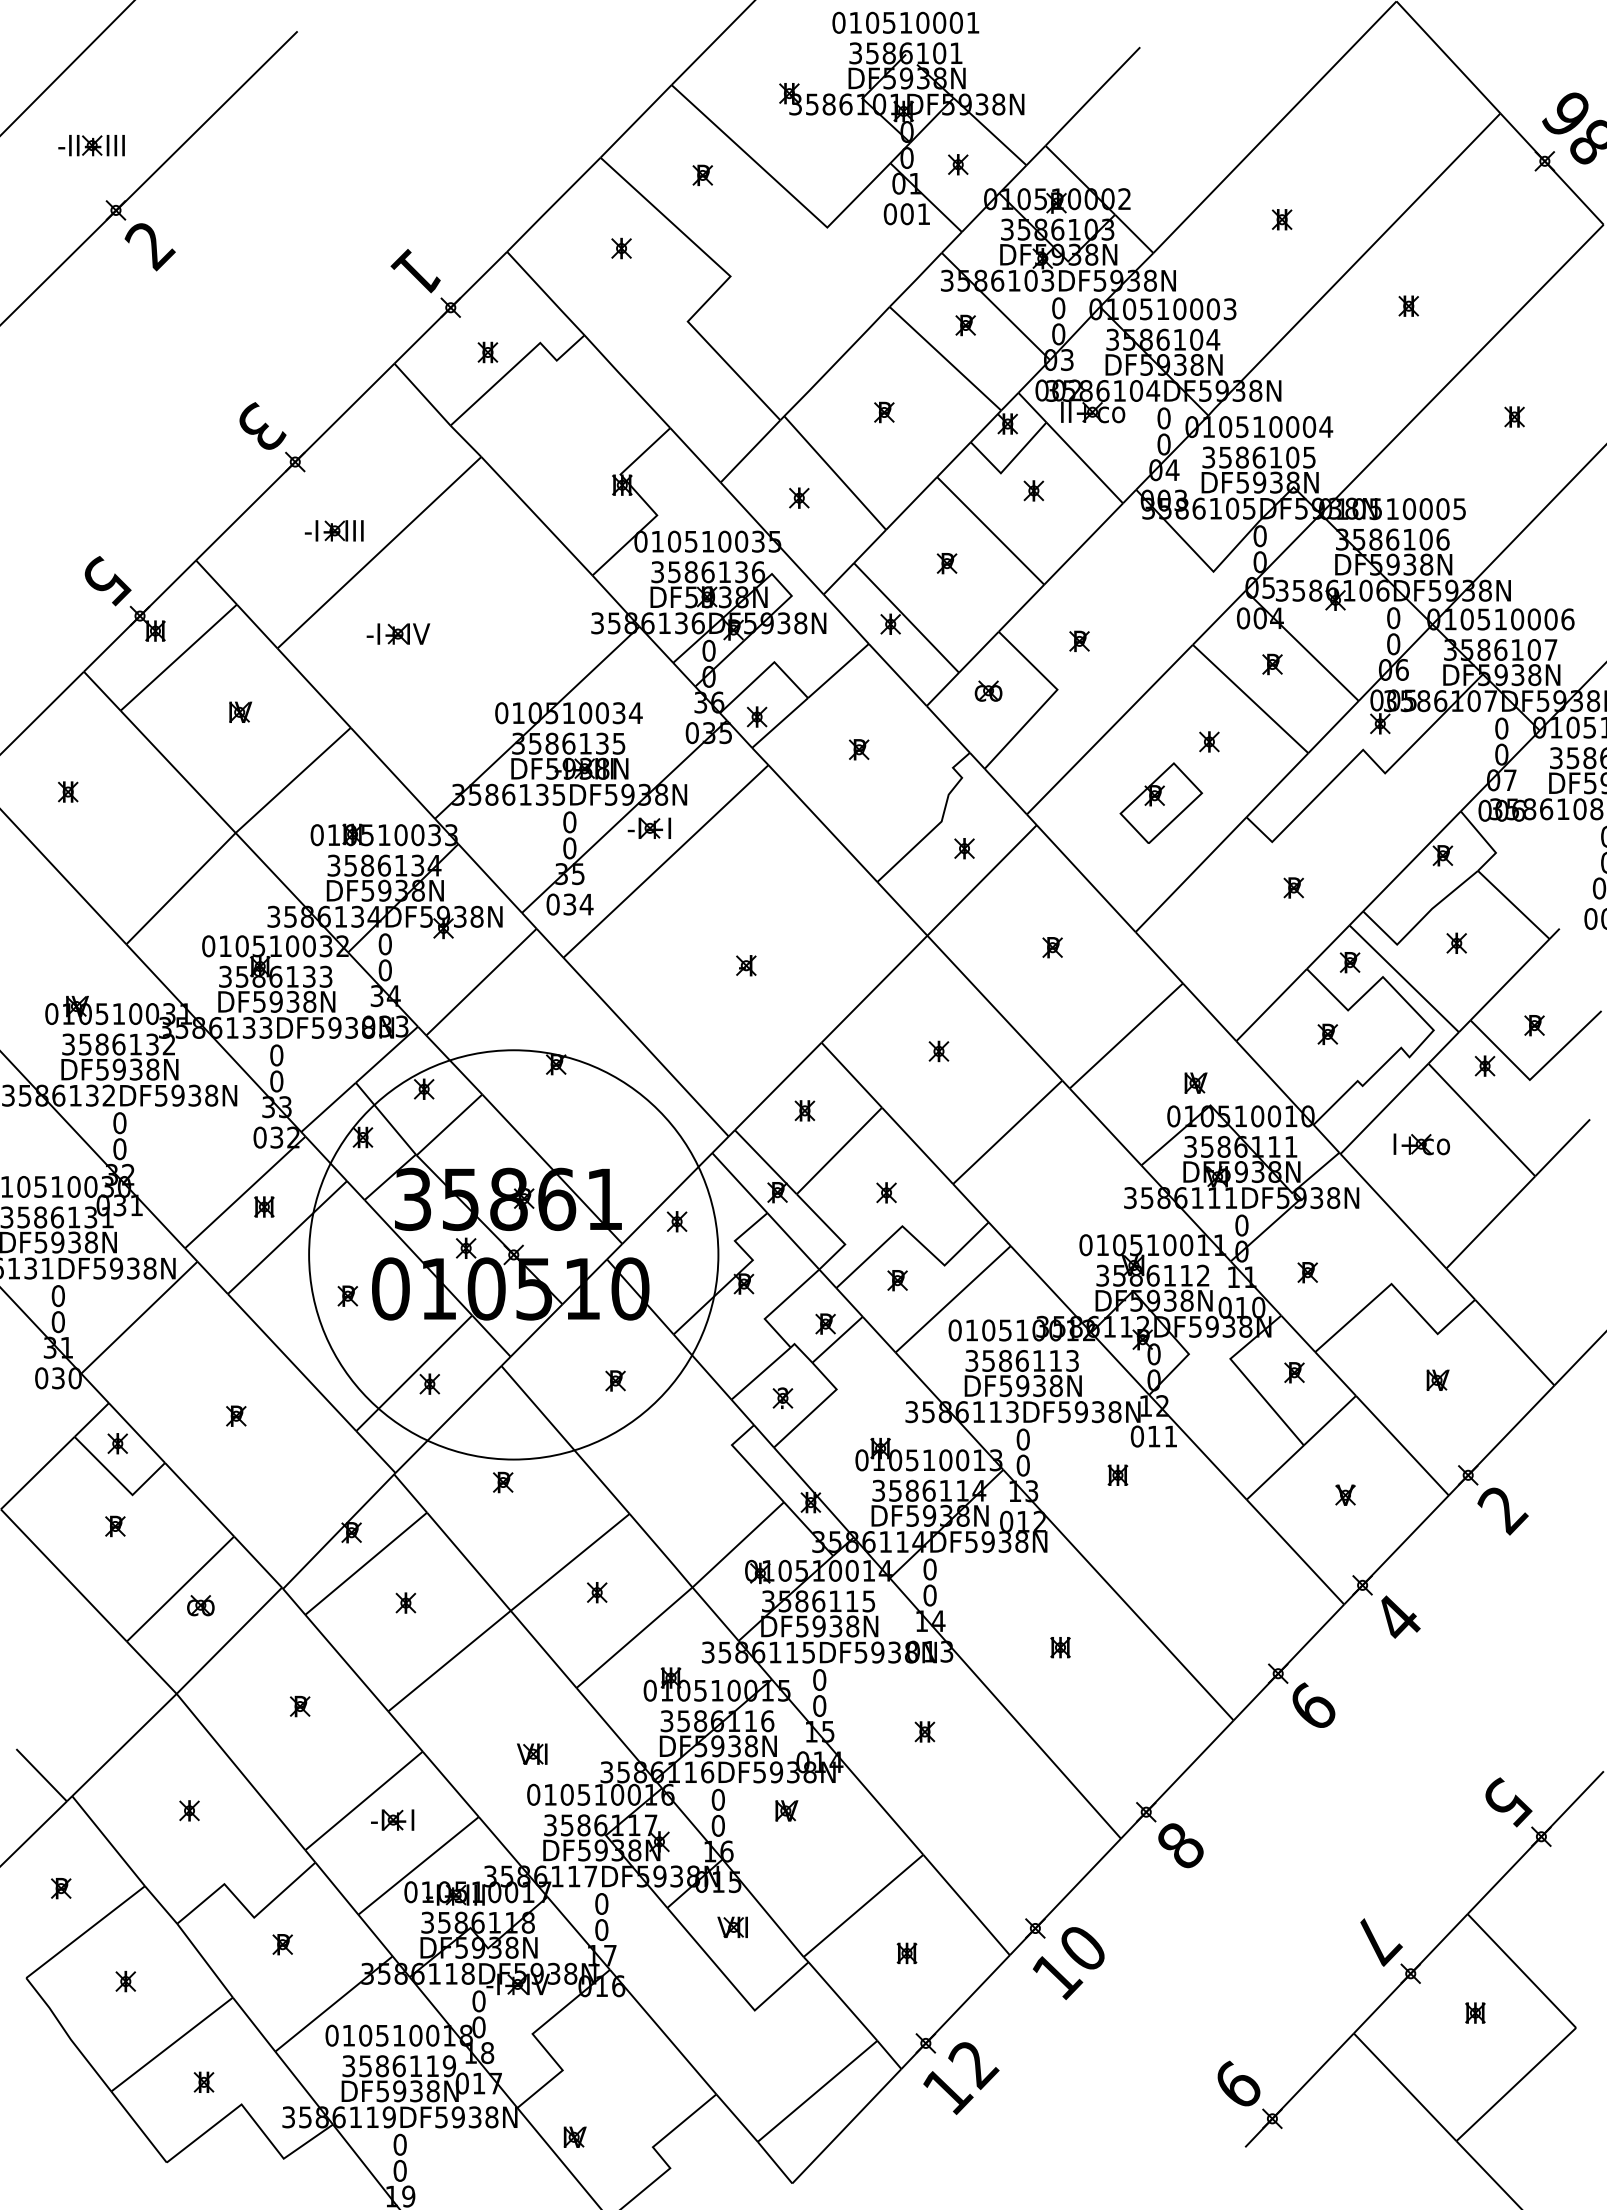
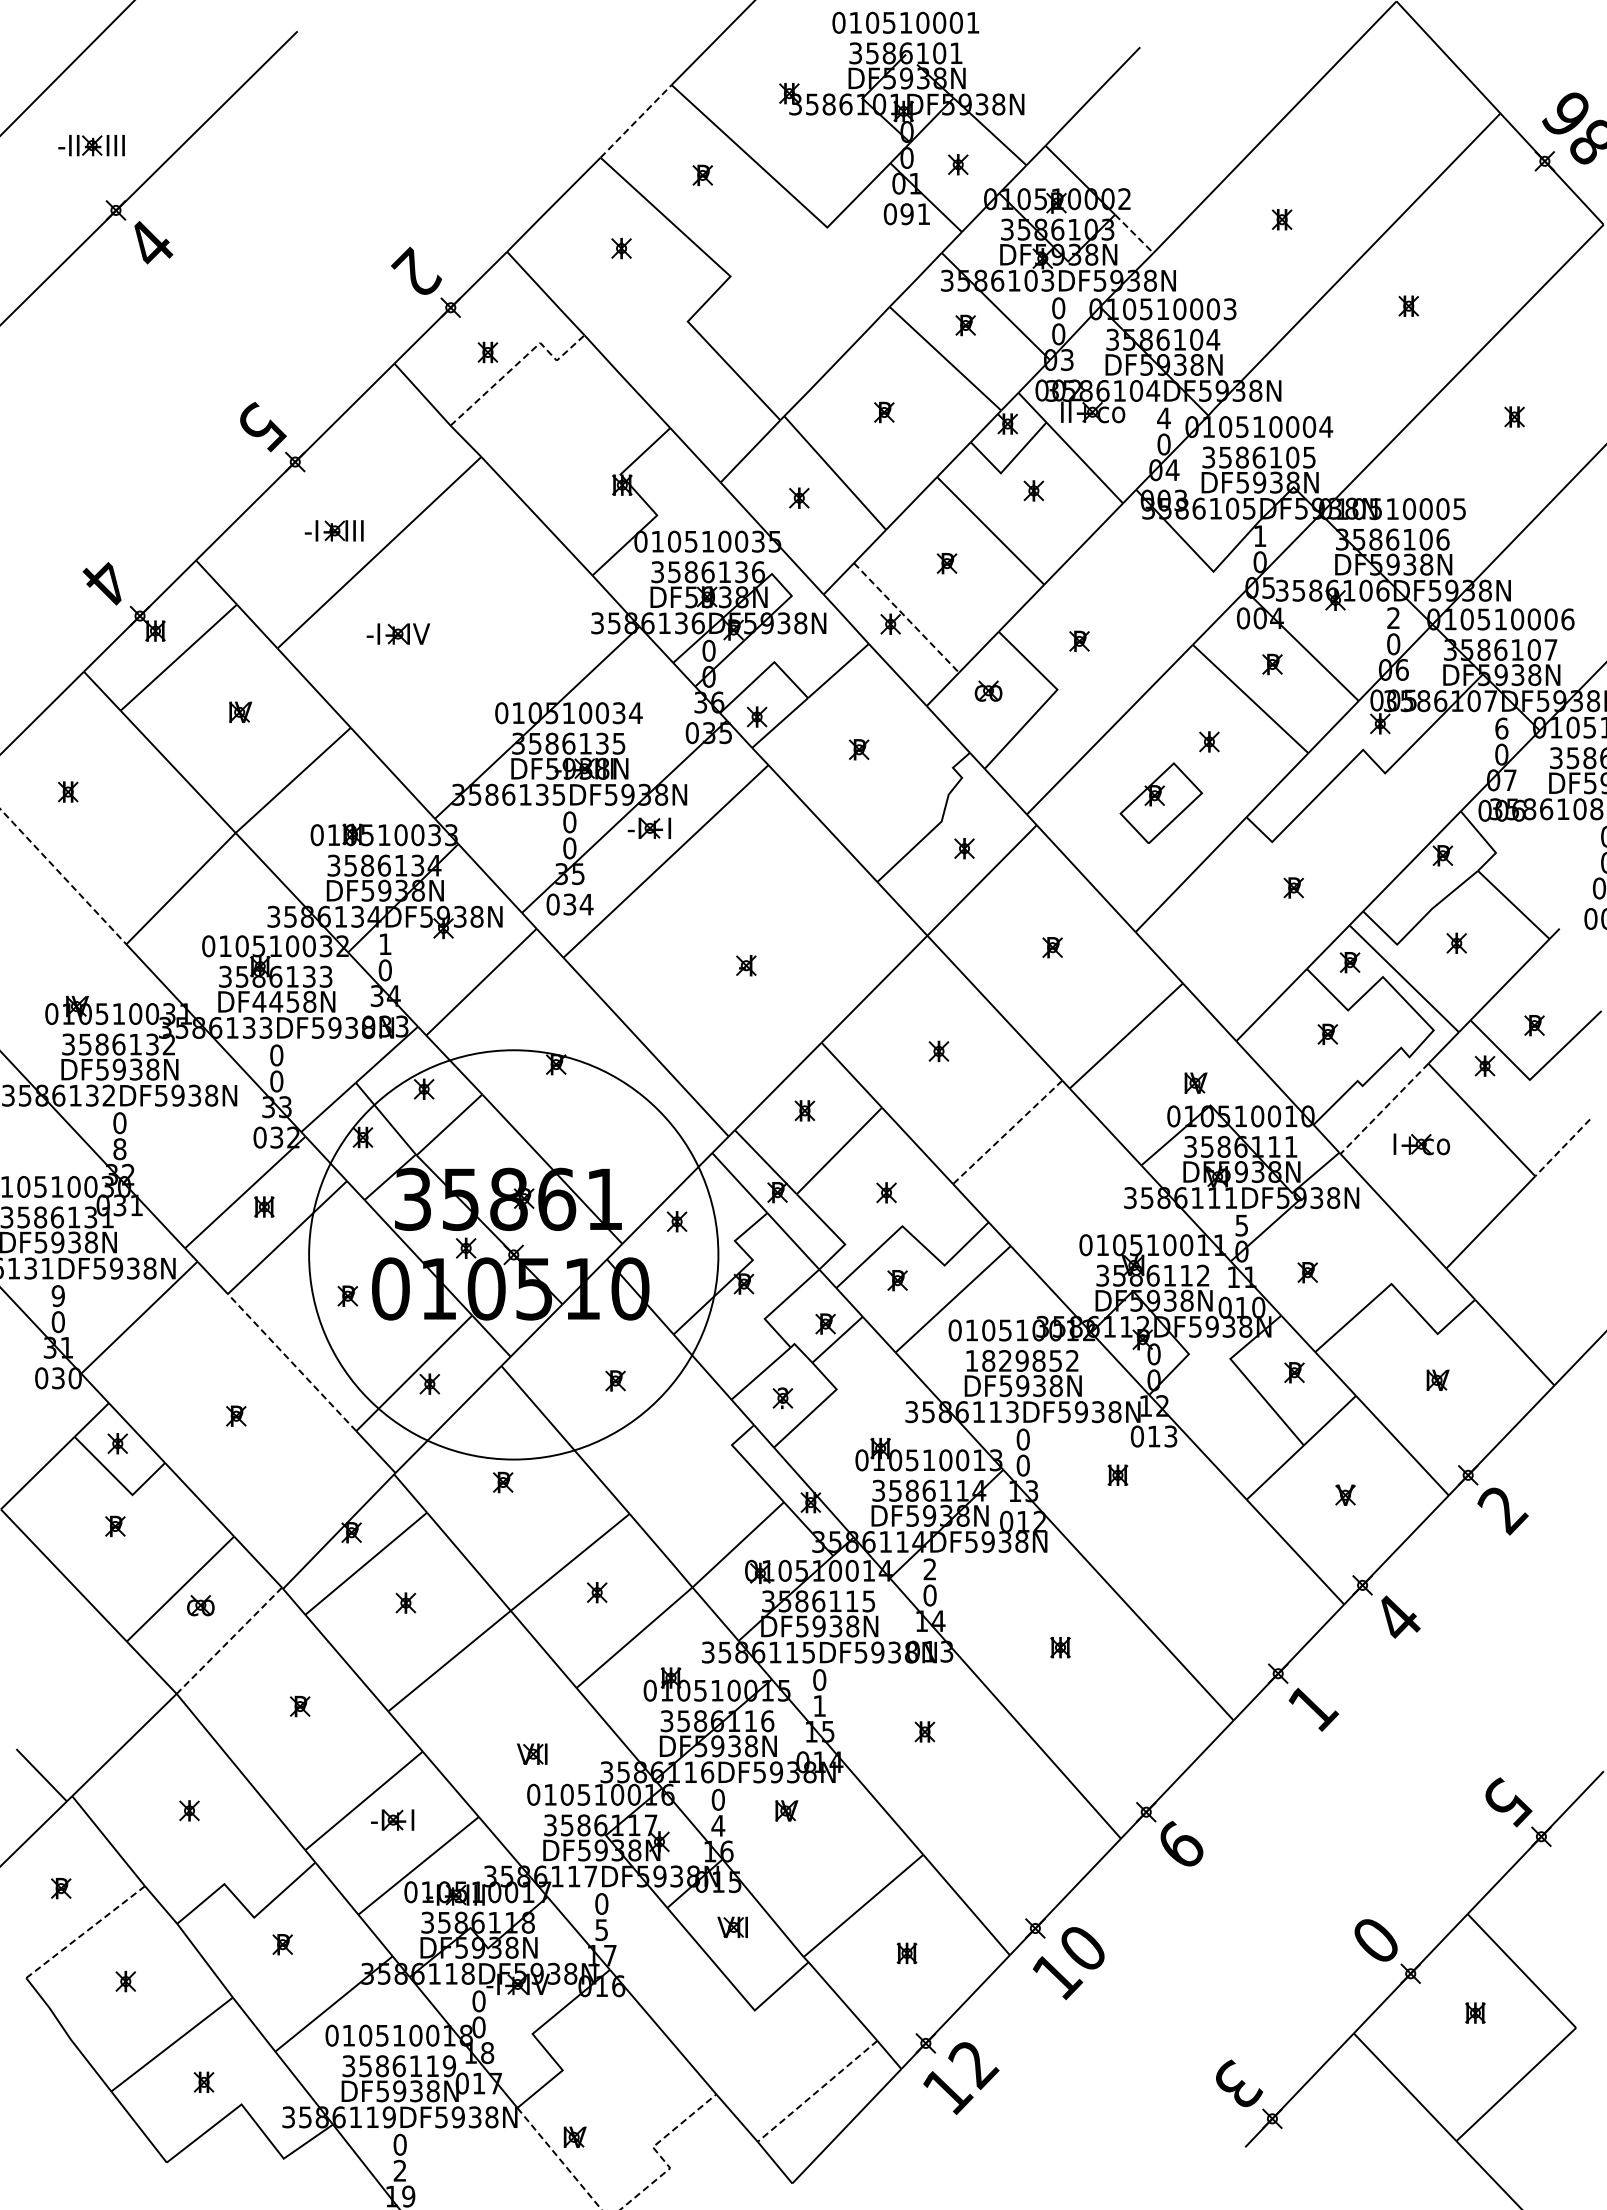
line at (636, 121): solid -> dashed
text at (906, 214): 001 -> 091
line at (1134, 234): solid -> dashed
text at (149, 246): 2 -> 4
text at (416, 270): 1 -> 2
line at (519, 362): solid -> dashed
text at (1163, 418): 0 -> 4
text at (262, 427): 3 -> 5
text at (1259, 536): 0 -> 1
text at (106, 581): 5 -> 4
line at (906, 617): solid -> dashed
text at (1393, 618): 0 -> 2
text at (1501, 728): 0 -> 6
line at (62, 876): solid -> dashed
text at (384, 944): 0 -> 1
text at (275, 1001): DF5938N -> DF4458N
line at (1384, 1108): solid -> dashed
line at (1007, 1132): solid -> dashed
text at (119, 1148): 0 -> 8
line at (1562, 1148): solid -> dashed
text at (1241, 1225): 0 -> 5
text at (57, 1296): 0 -> 9
text at (1021, 1360): 3586113 -> 1829852
line at (292, 1362): solid -> dashed
text at (1170, 1436): 011 -> 013
text at (929, 1569): 0 -> 2
line at (229, 1640): solid -> dashed
text at (819, 1706): 0 -> 1
text at (1313, 1706): 6 -> 1
text at (718, 1825): 0 -> 4
text at (1180, 1844): 8 -> 6
text at (601, 1930): 0 -> 5
line at (85, 1932): solid -> dashed
text at (1378, 1942): 7 -> 0
text at (1239, 2083): 9 -> 3
line at (817, 2091): solid -> dashed
line at (656, 2150): solid -> dashed
line at (559, 2159): solid -> dashed
text at (399, 2170): 0 -> 2
